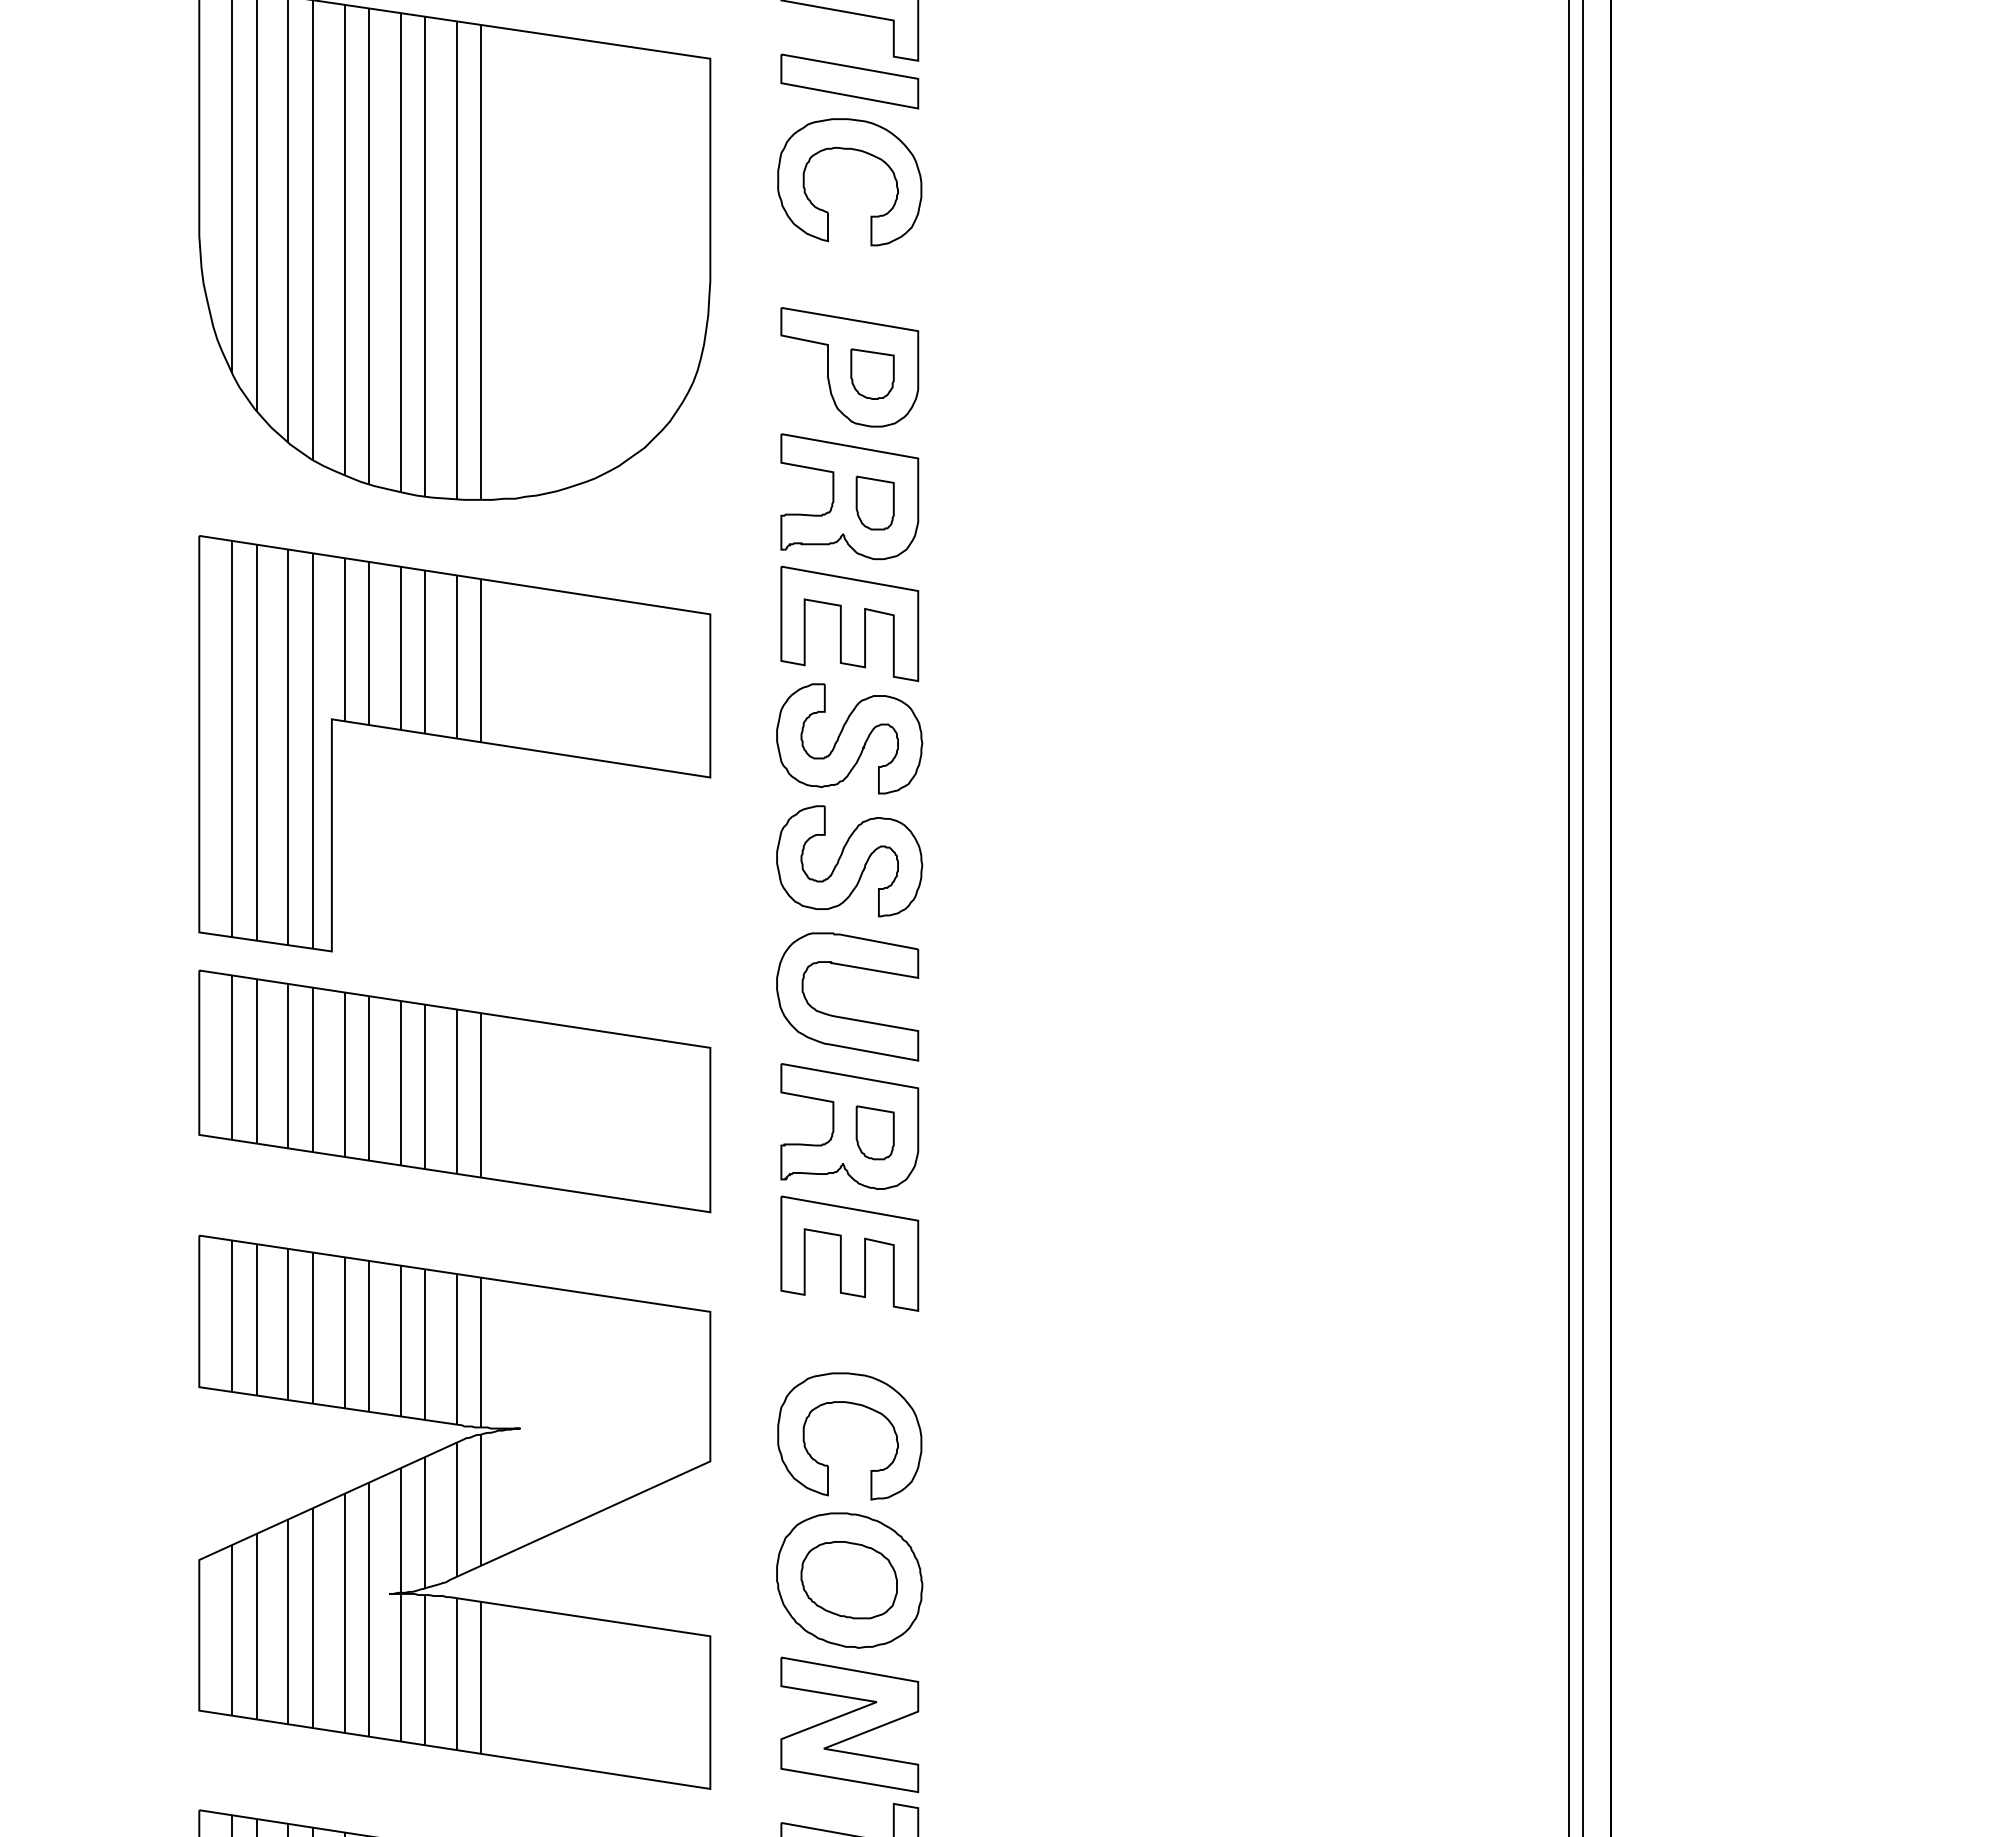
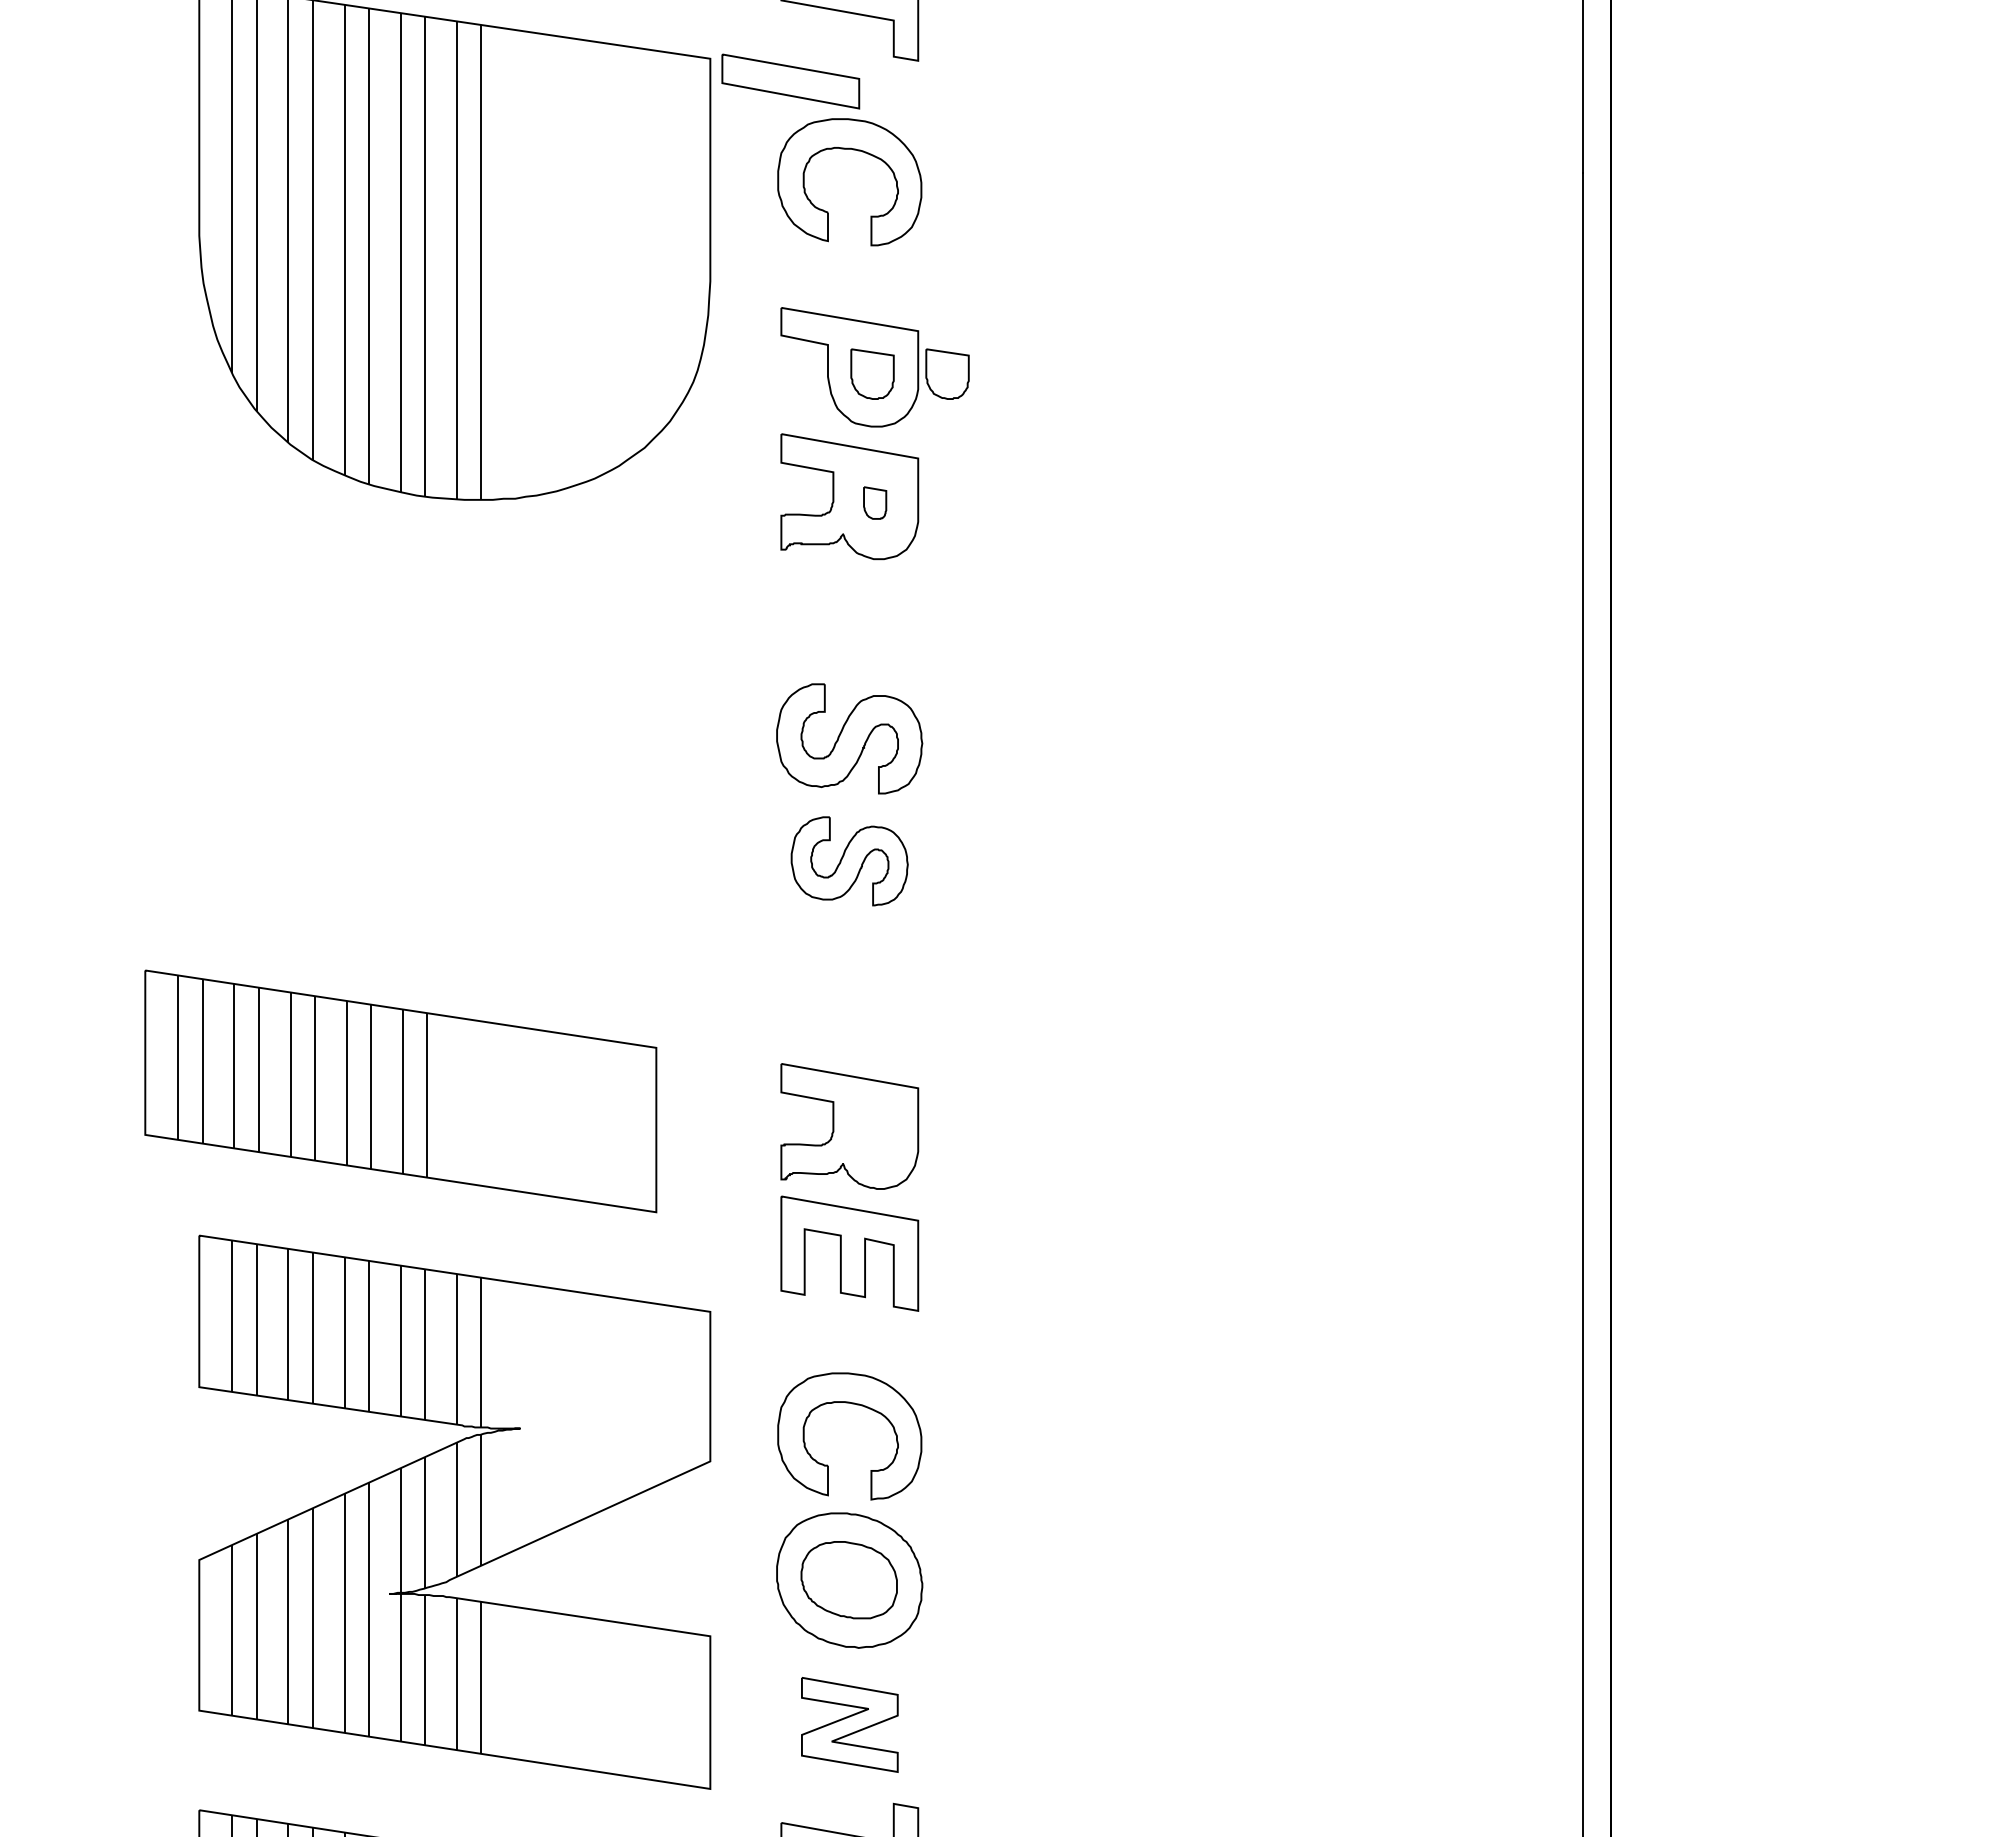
part at (849, 81) position: (849, 81) -> (790, 81)
part at (947, 373): none -> present
part at (874, 502) size: 40x56 px -> 25x34 px
part at (849, 623): present -> none
part at (454, 743): present -> none
part at (849, 861) size: 148x113 px -> 119x91 px
line at (1568, 917): present -> none
part at (842, 1016): present -> none
part at (454, 1091) position: (454, 1091) -> (400, 1091)
part at (874, 1132): present -> none
part at (849, 1724) size: 140x138 px -> 98x96 px
